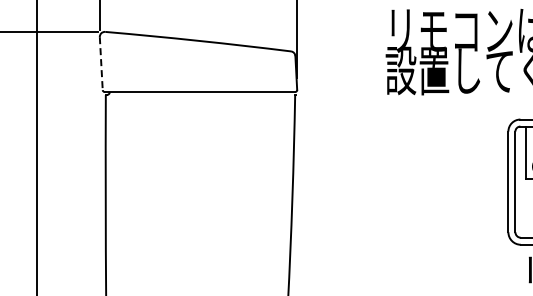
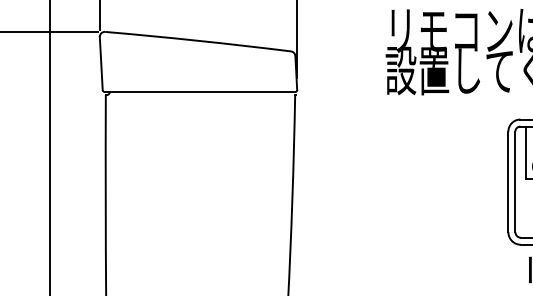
line at (101, 63): dashed -> solid
line at (37, 147) position: (37, 147) -> (50, 147)
